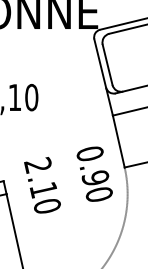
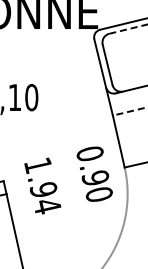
line at (128, 29): solid -> dashed
line at (130, 111): solid -> dashed
text at (42, 185): 2.10 -> 1.94
